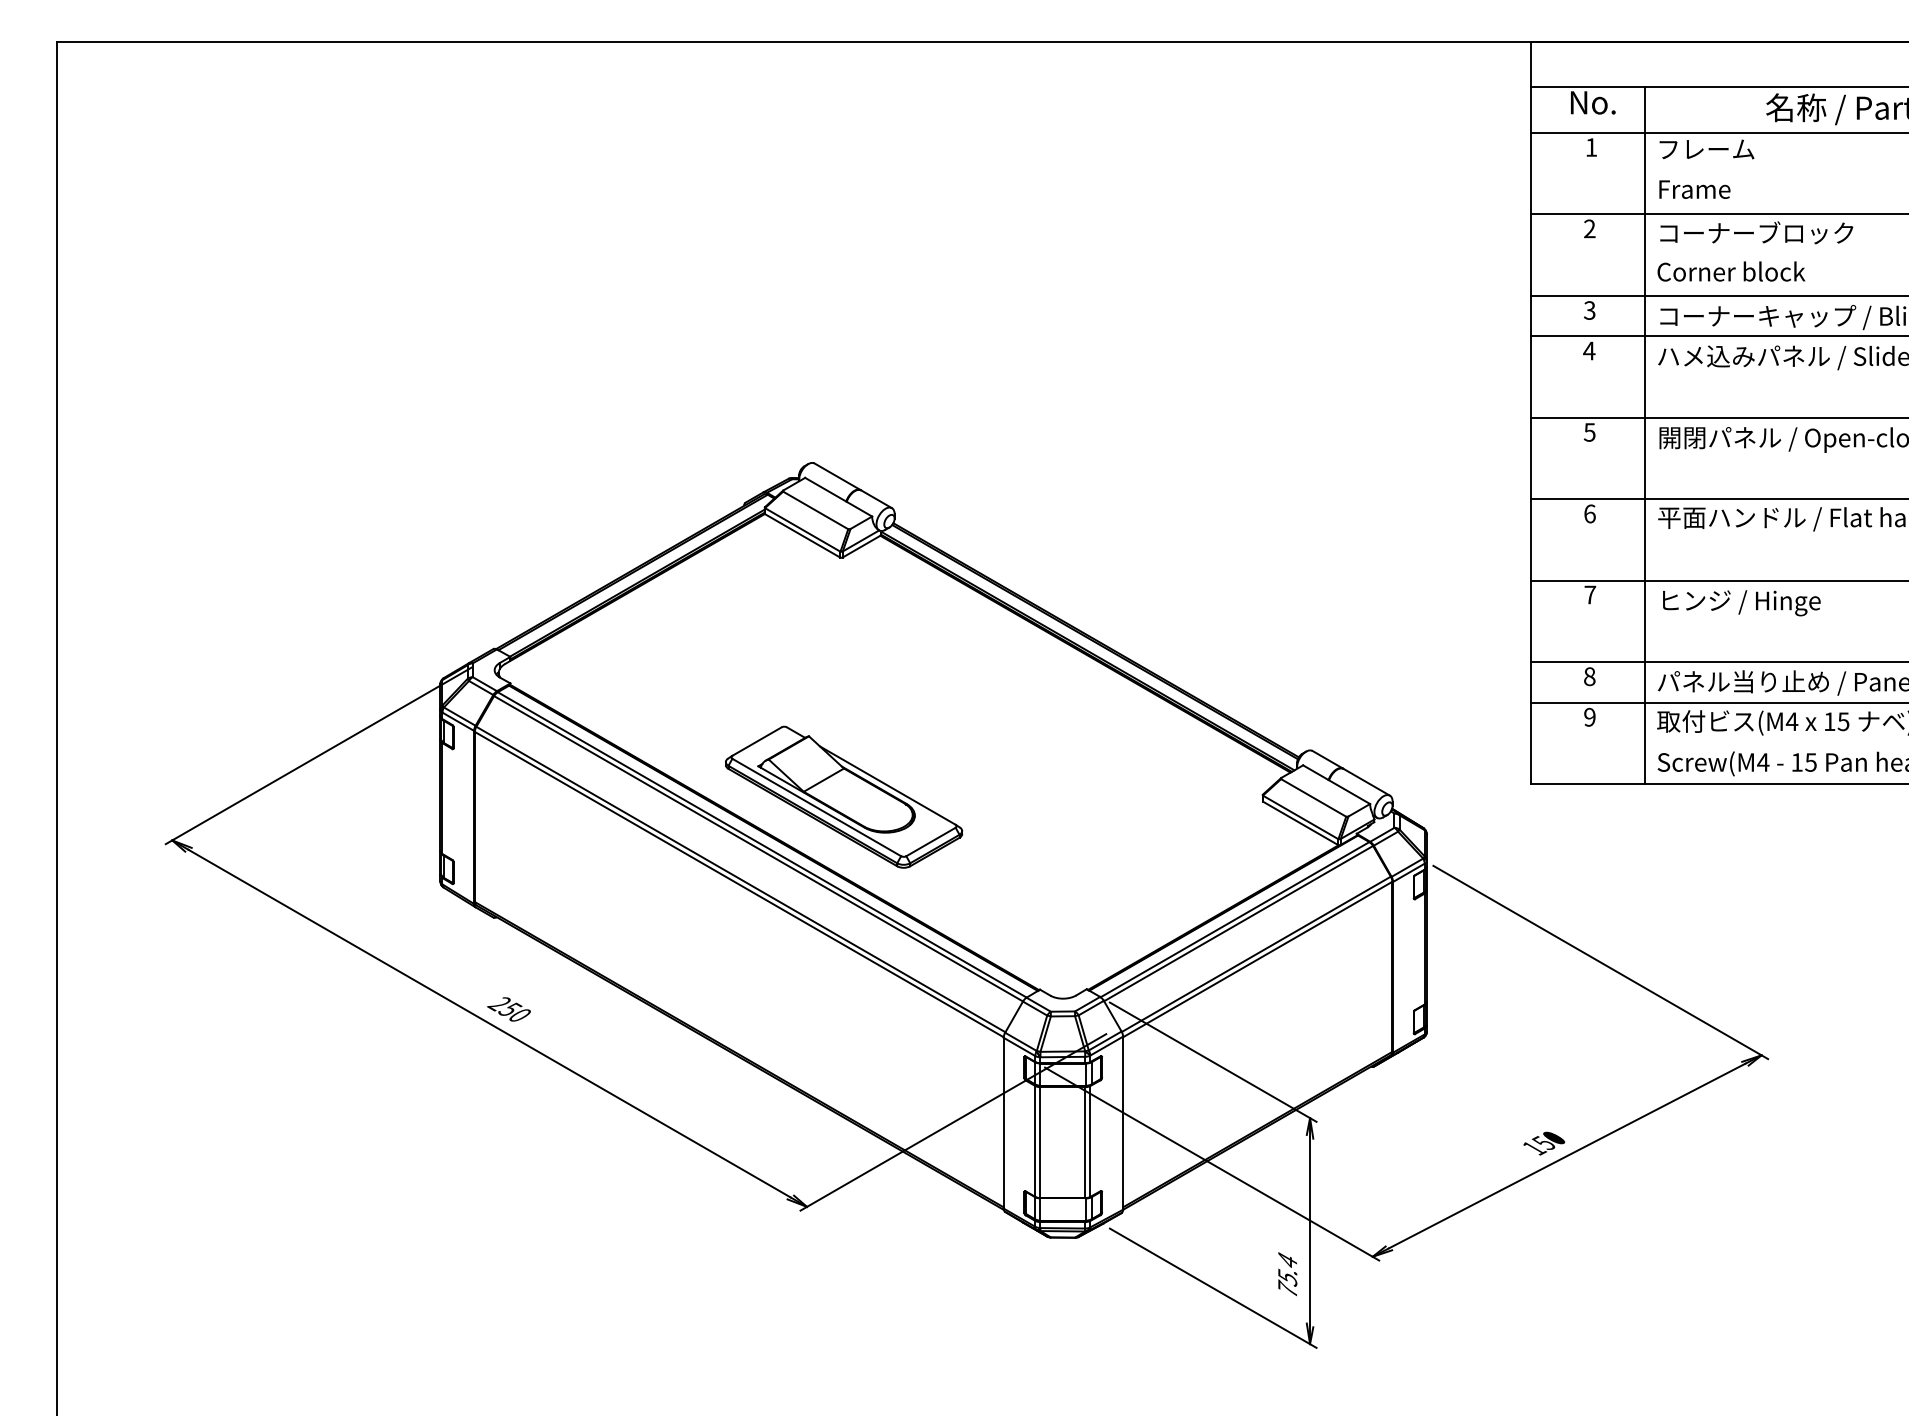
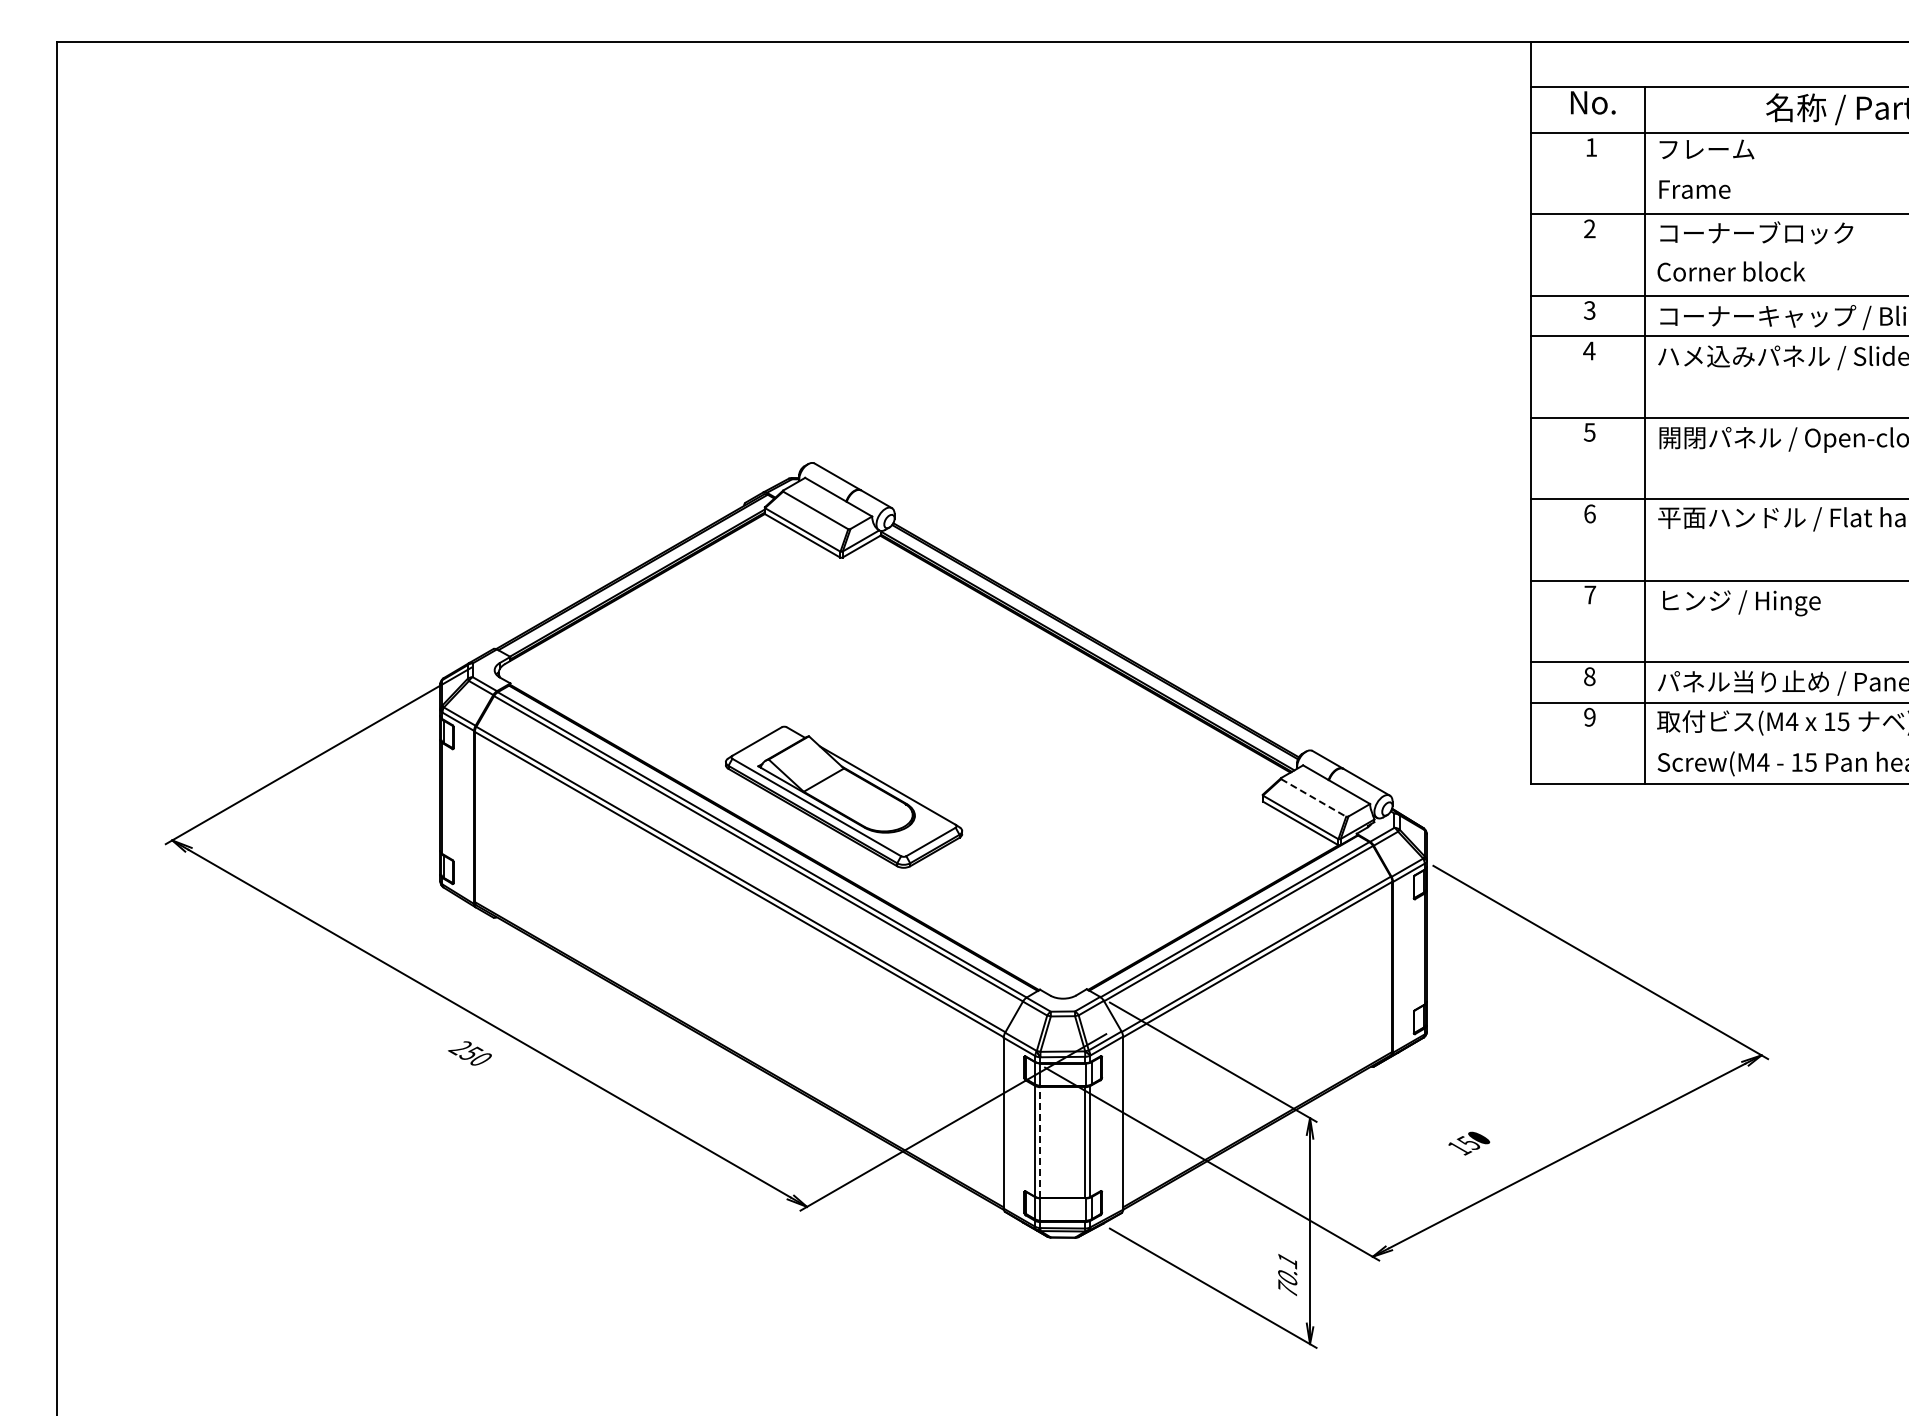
line at (1313, 797): solid -> dashed
text at (508, 1009) position: (508, 1009) -> (469, 1053)
line at (1040, 1142): solid -> dashed
text at (1544, 1143) position: (1544, 1143) -> (1469, 1143)
text at (1287, 1269): 75.4 -> 70.1
